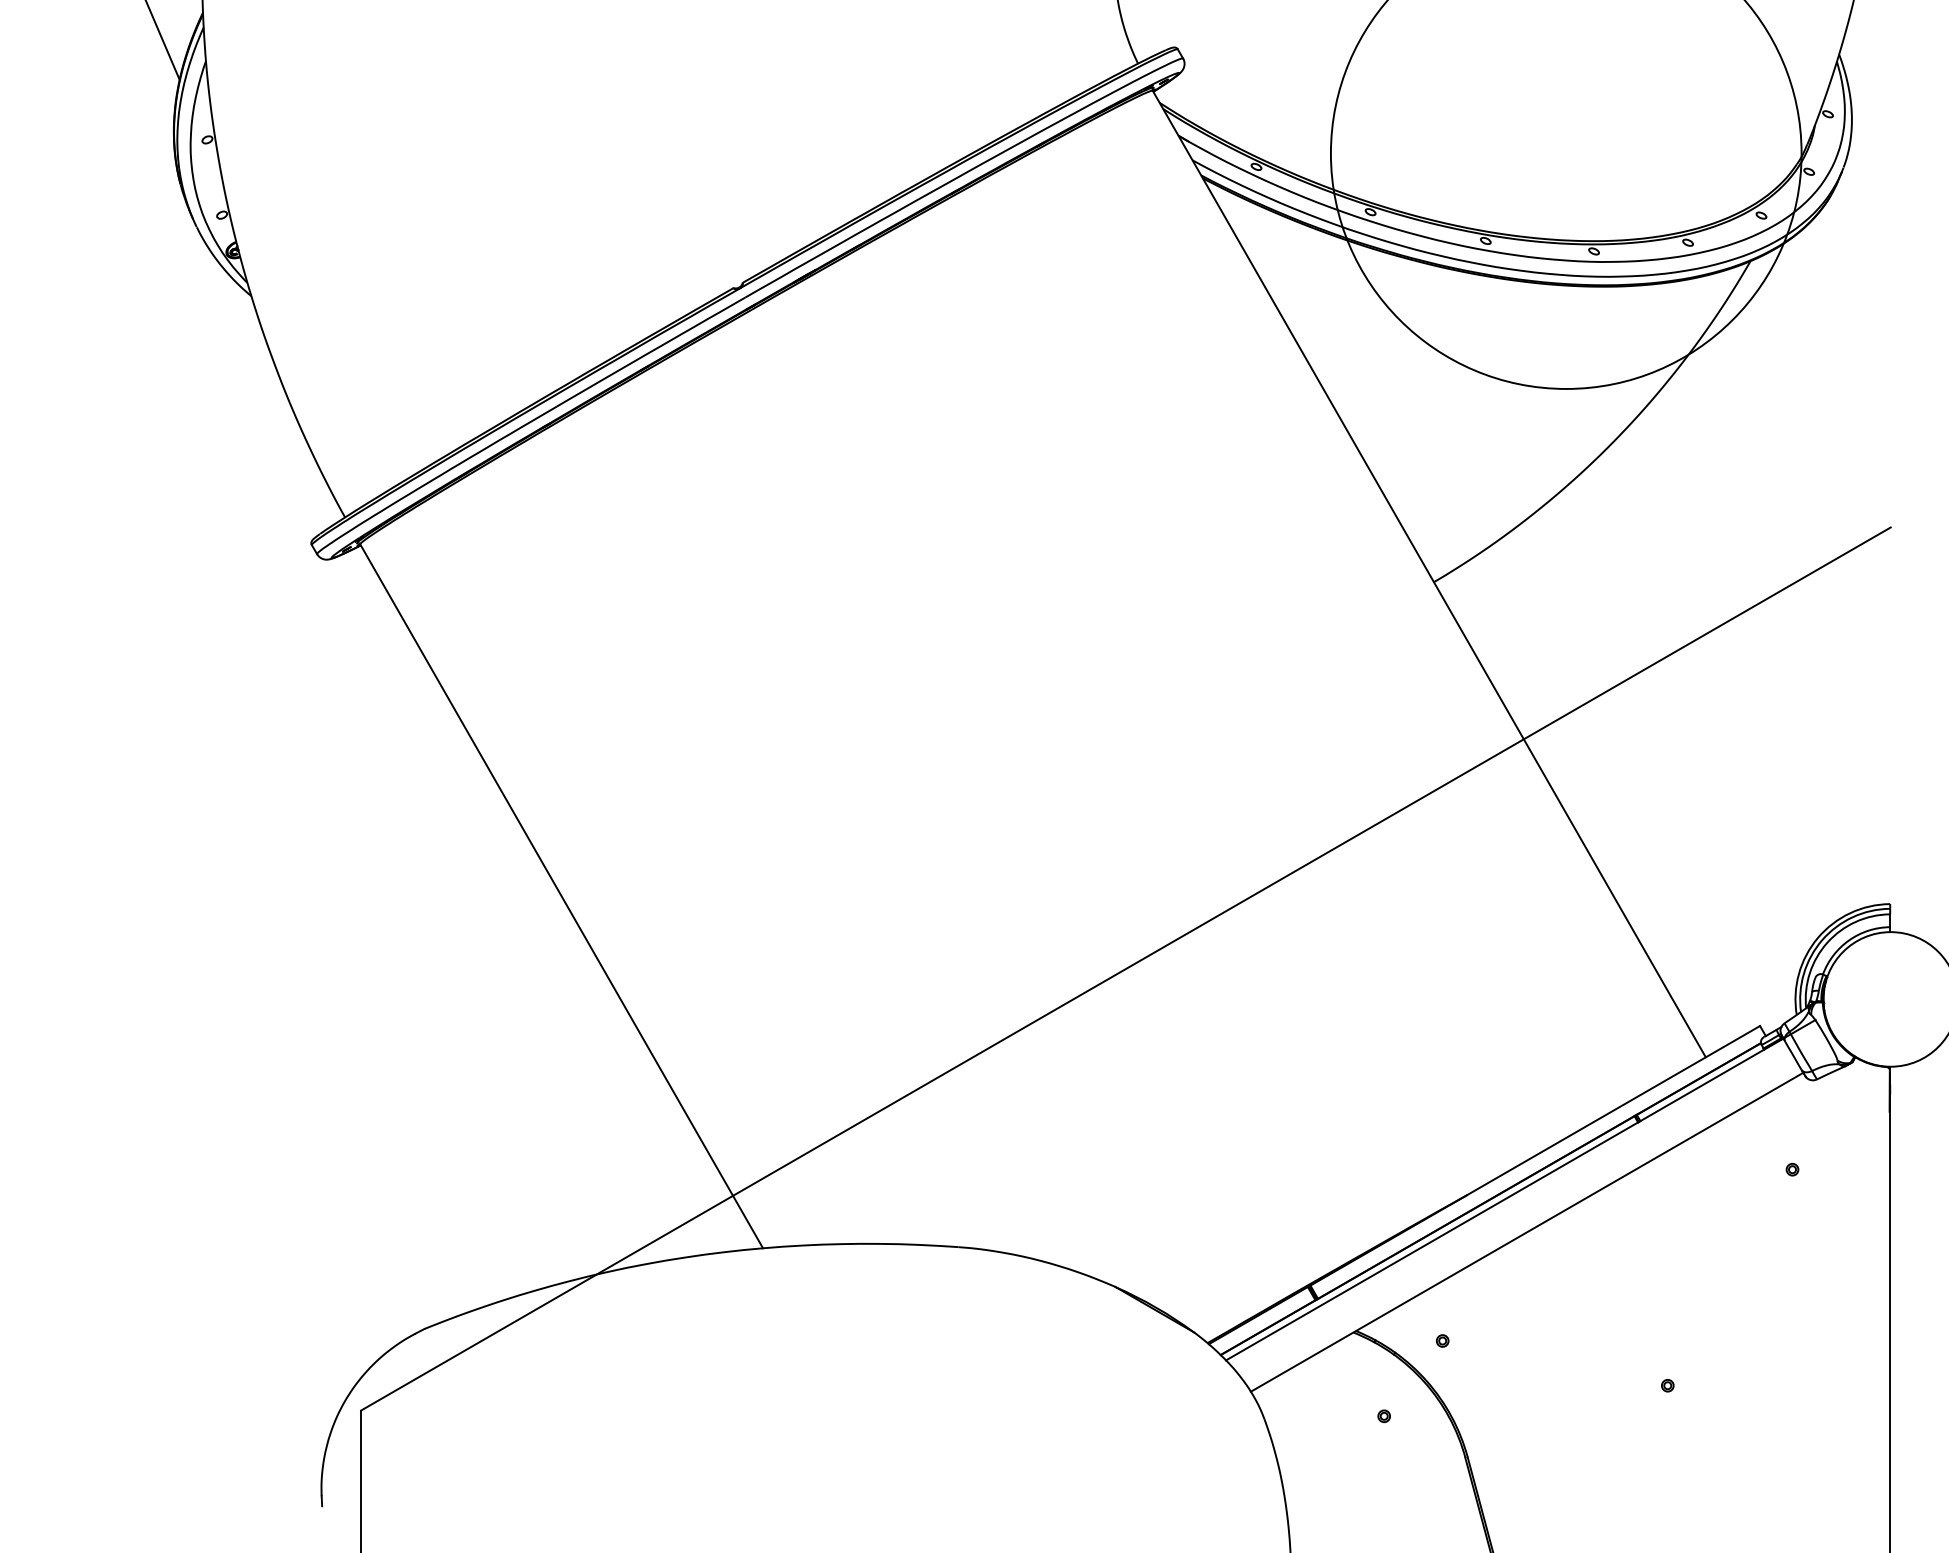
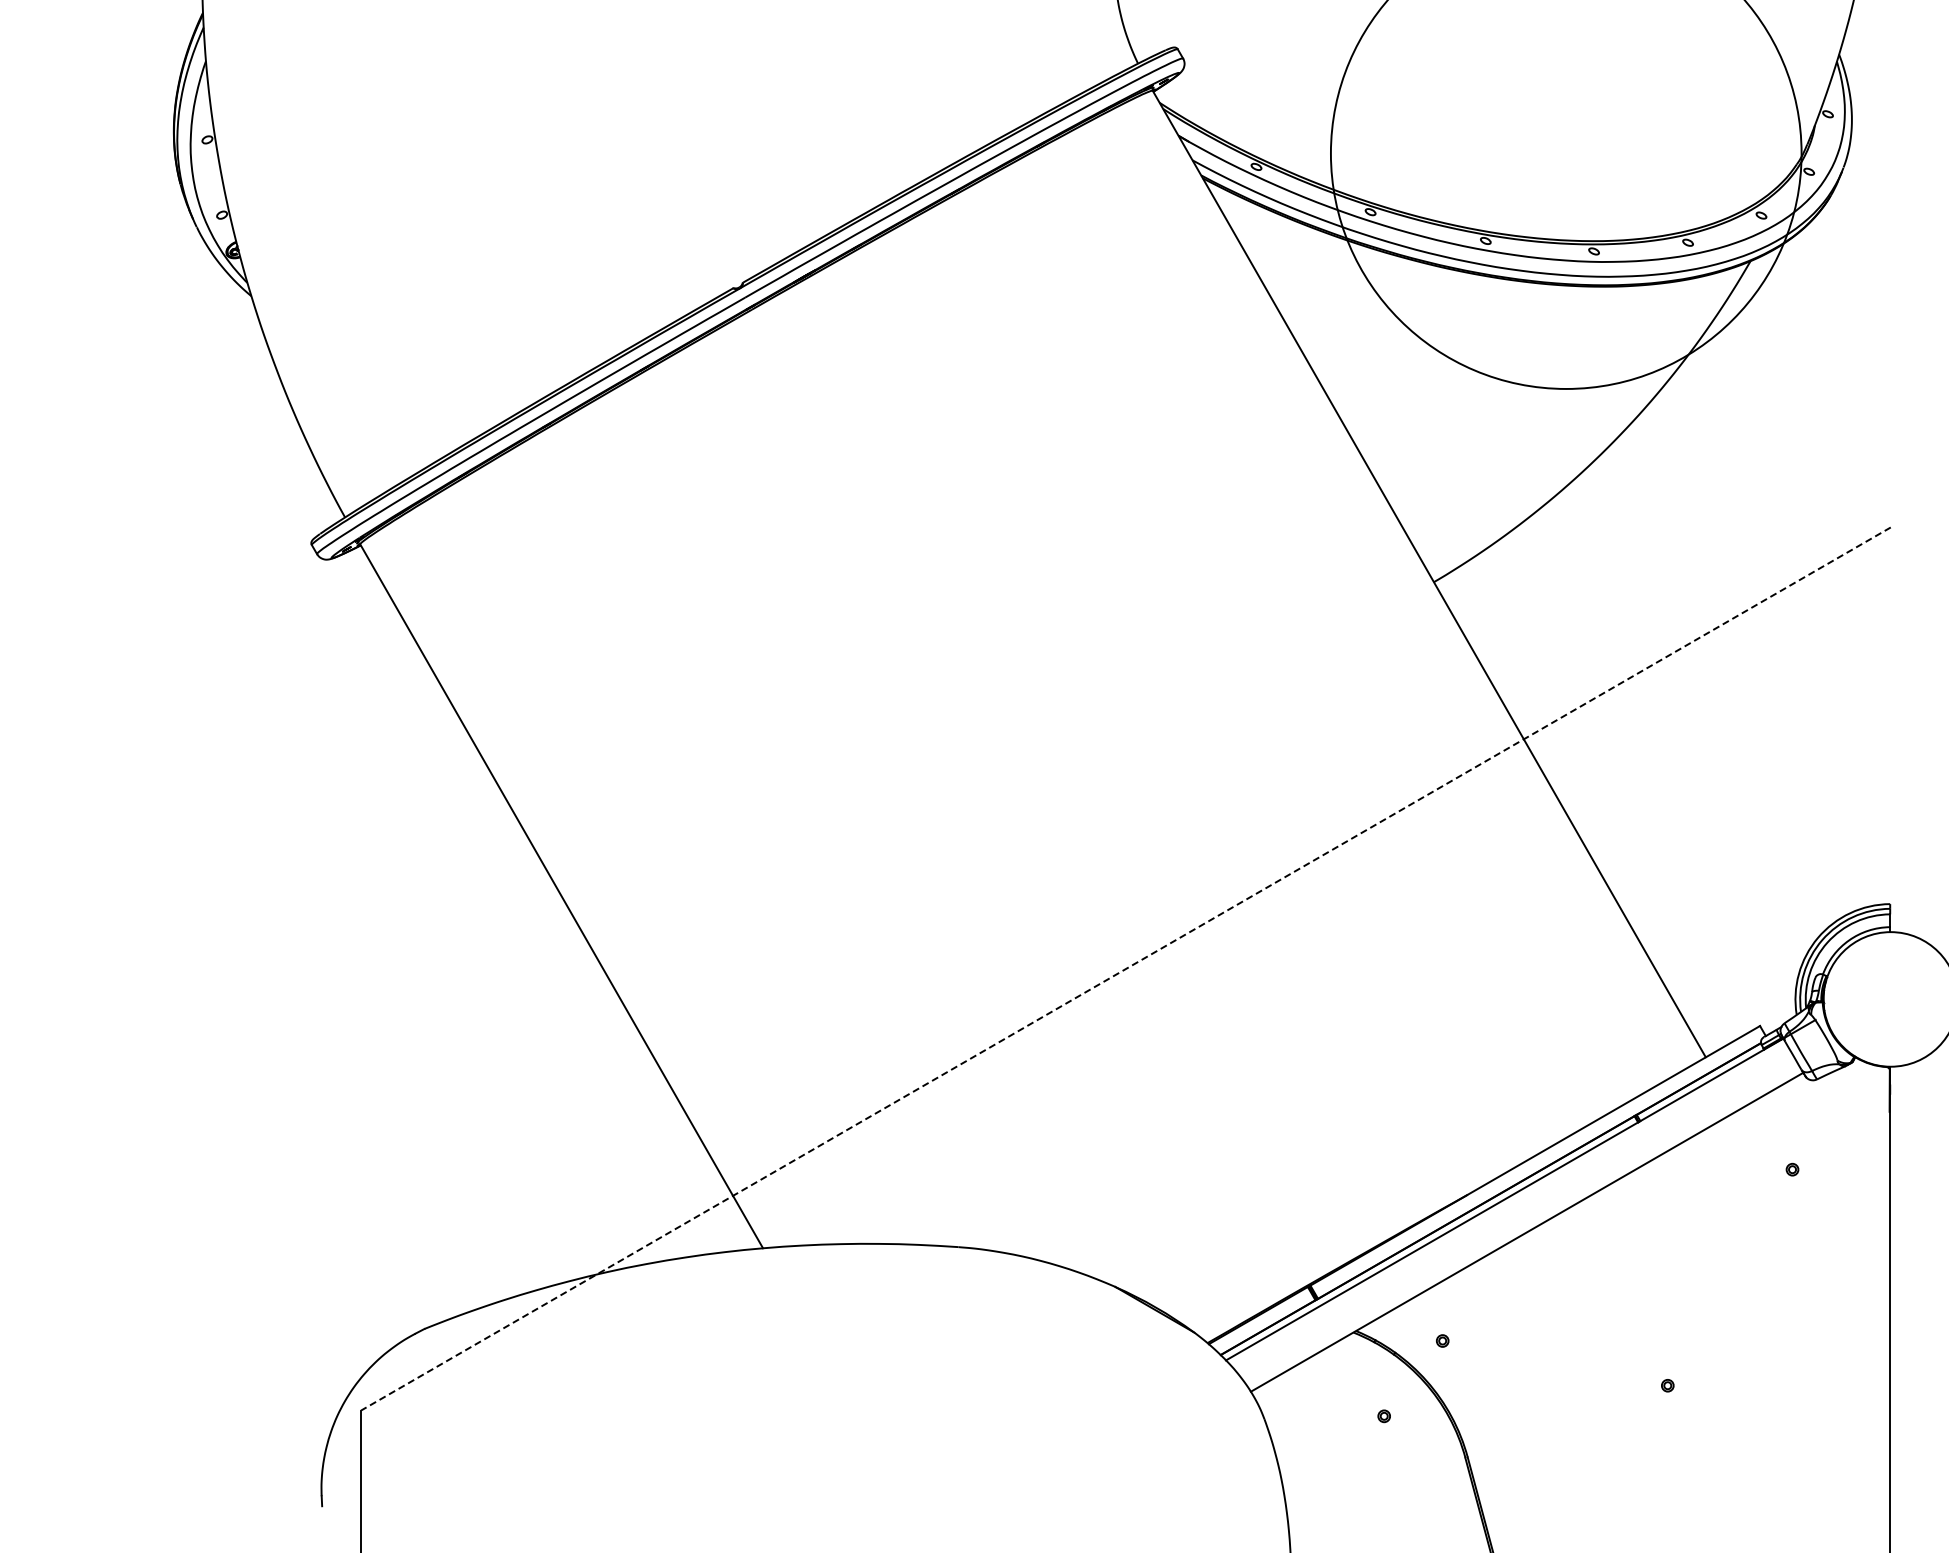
line at (162, 40): present -> none
line at (1125, 969): solid -> dashed
